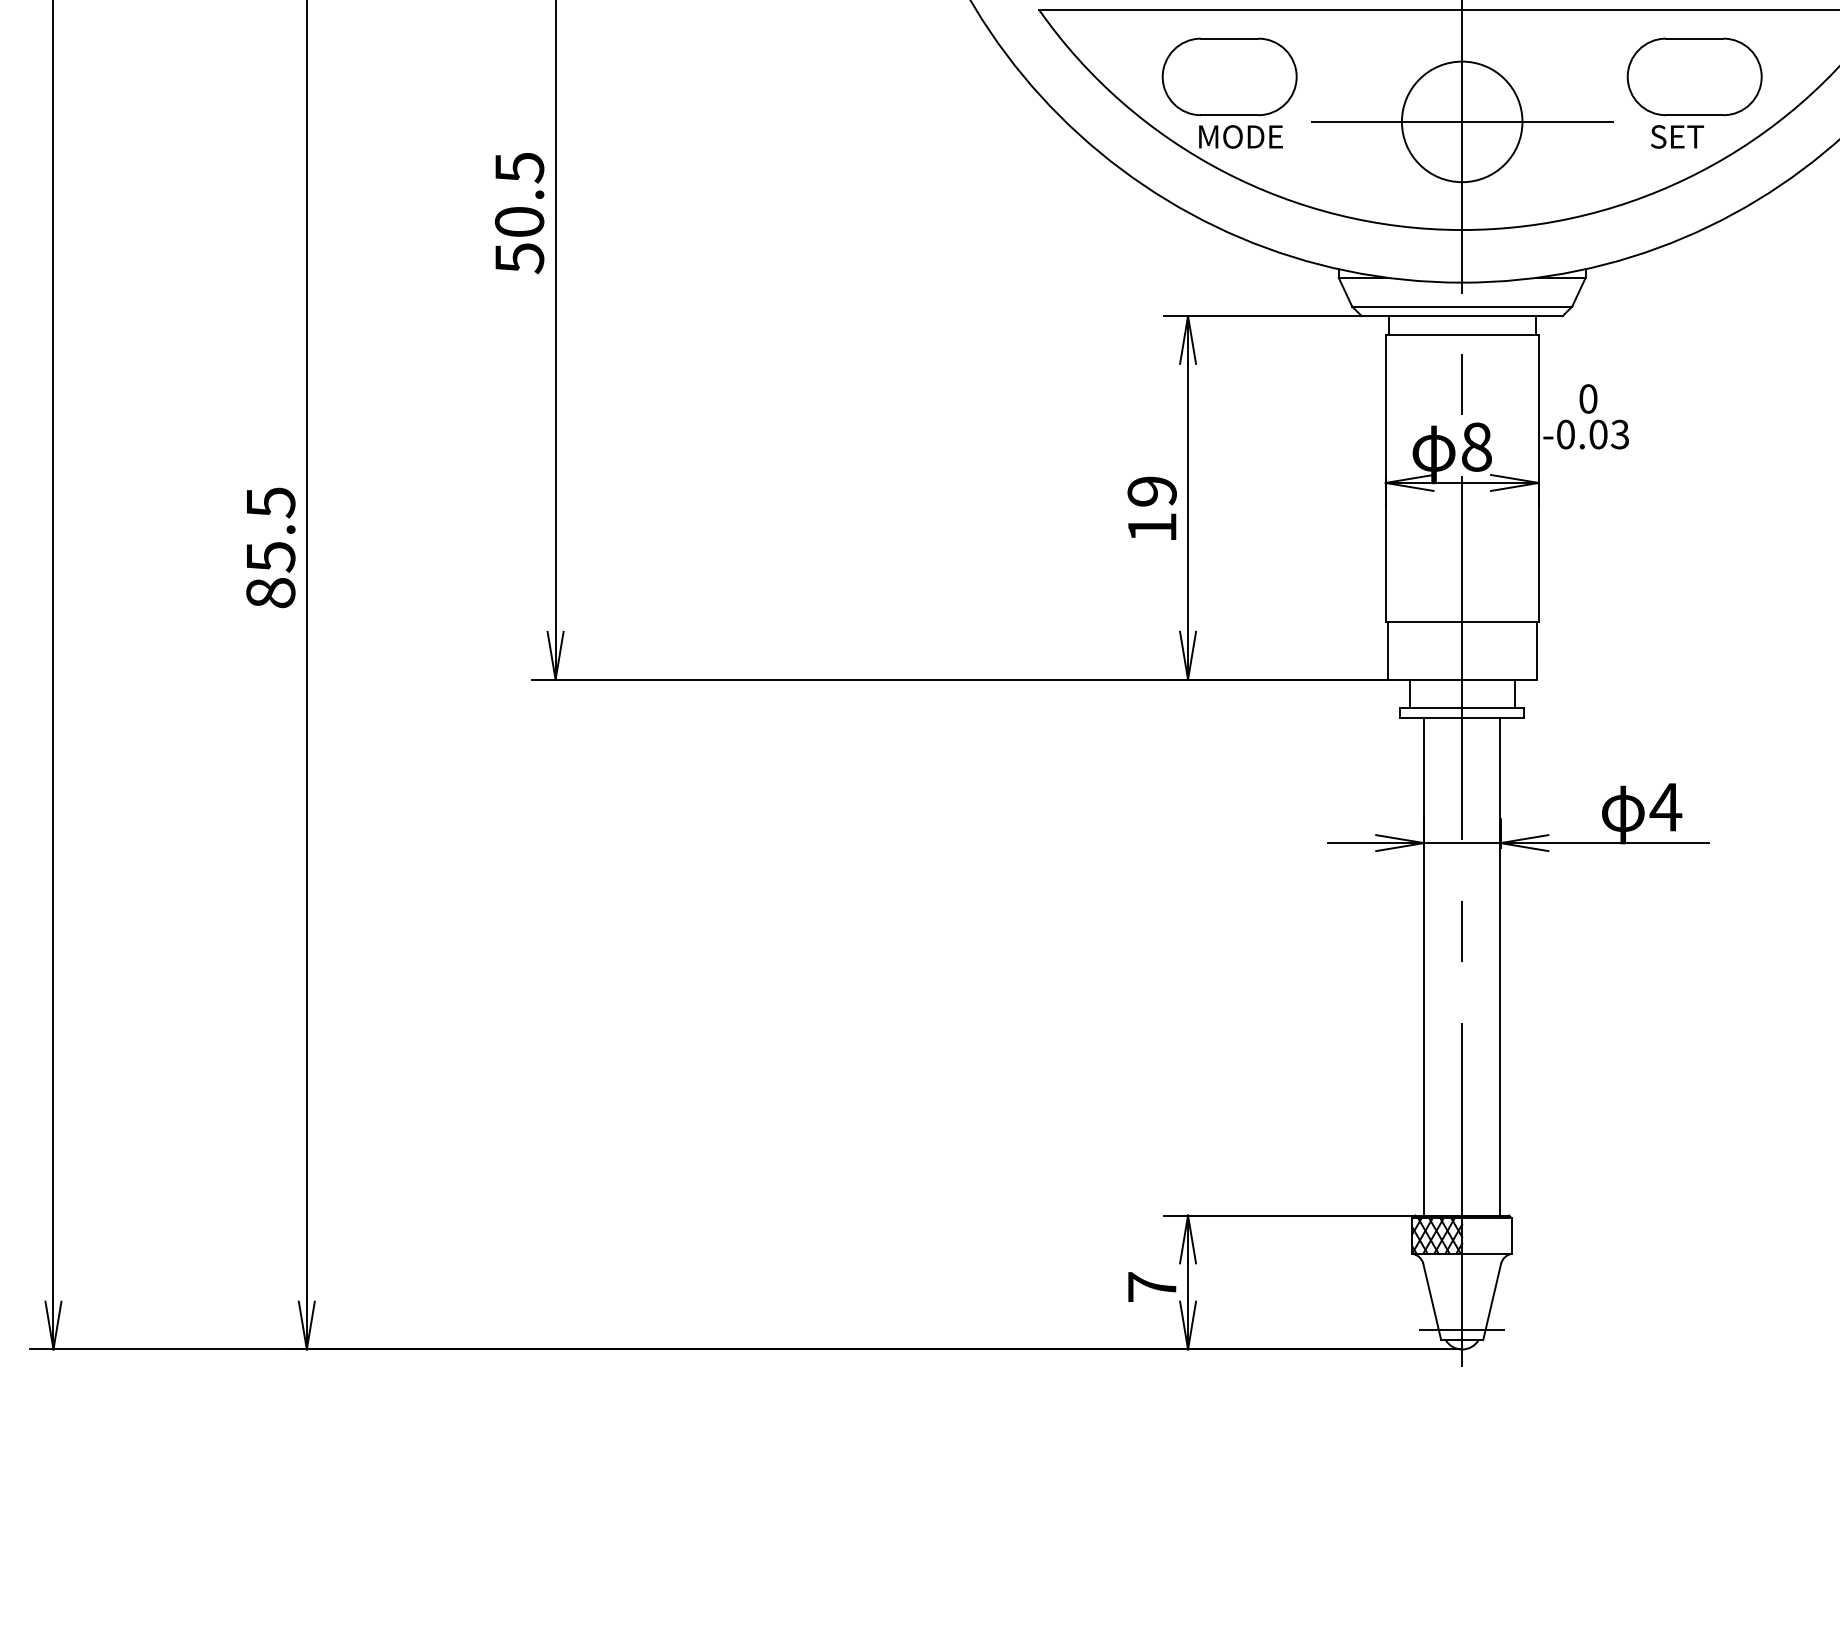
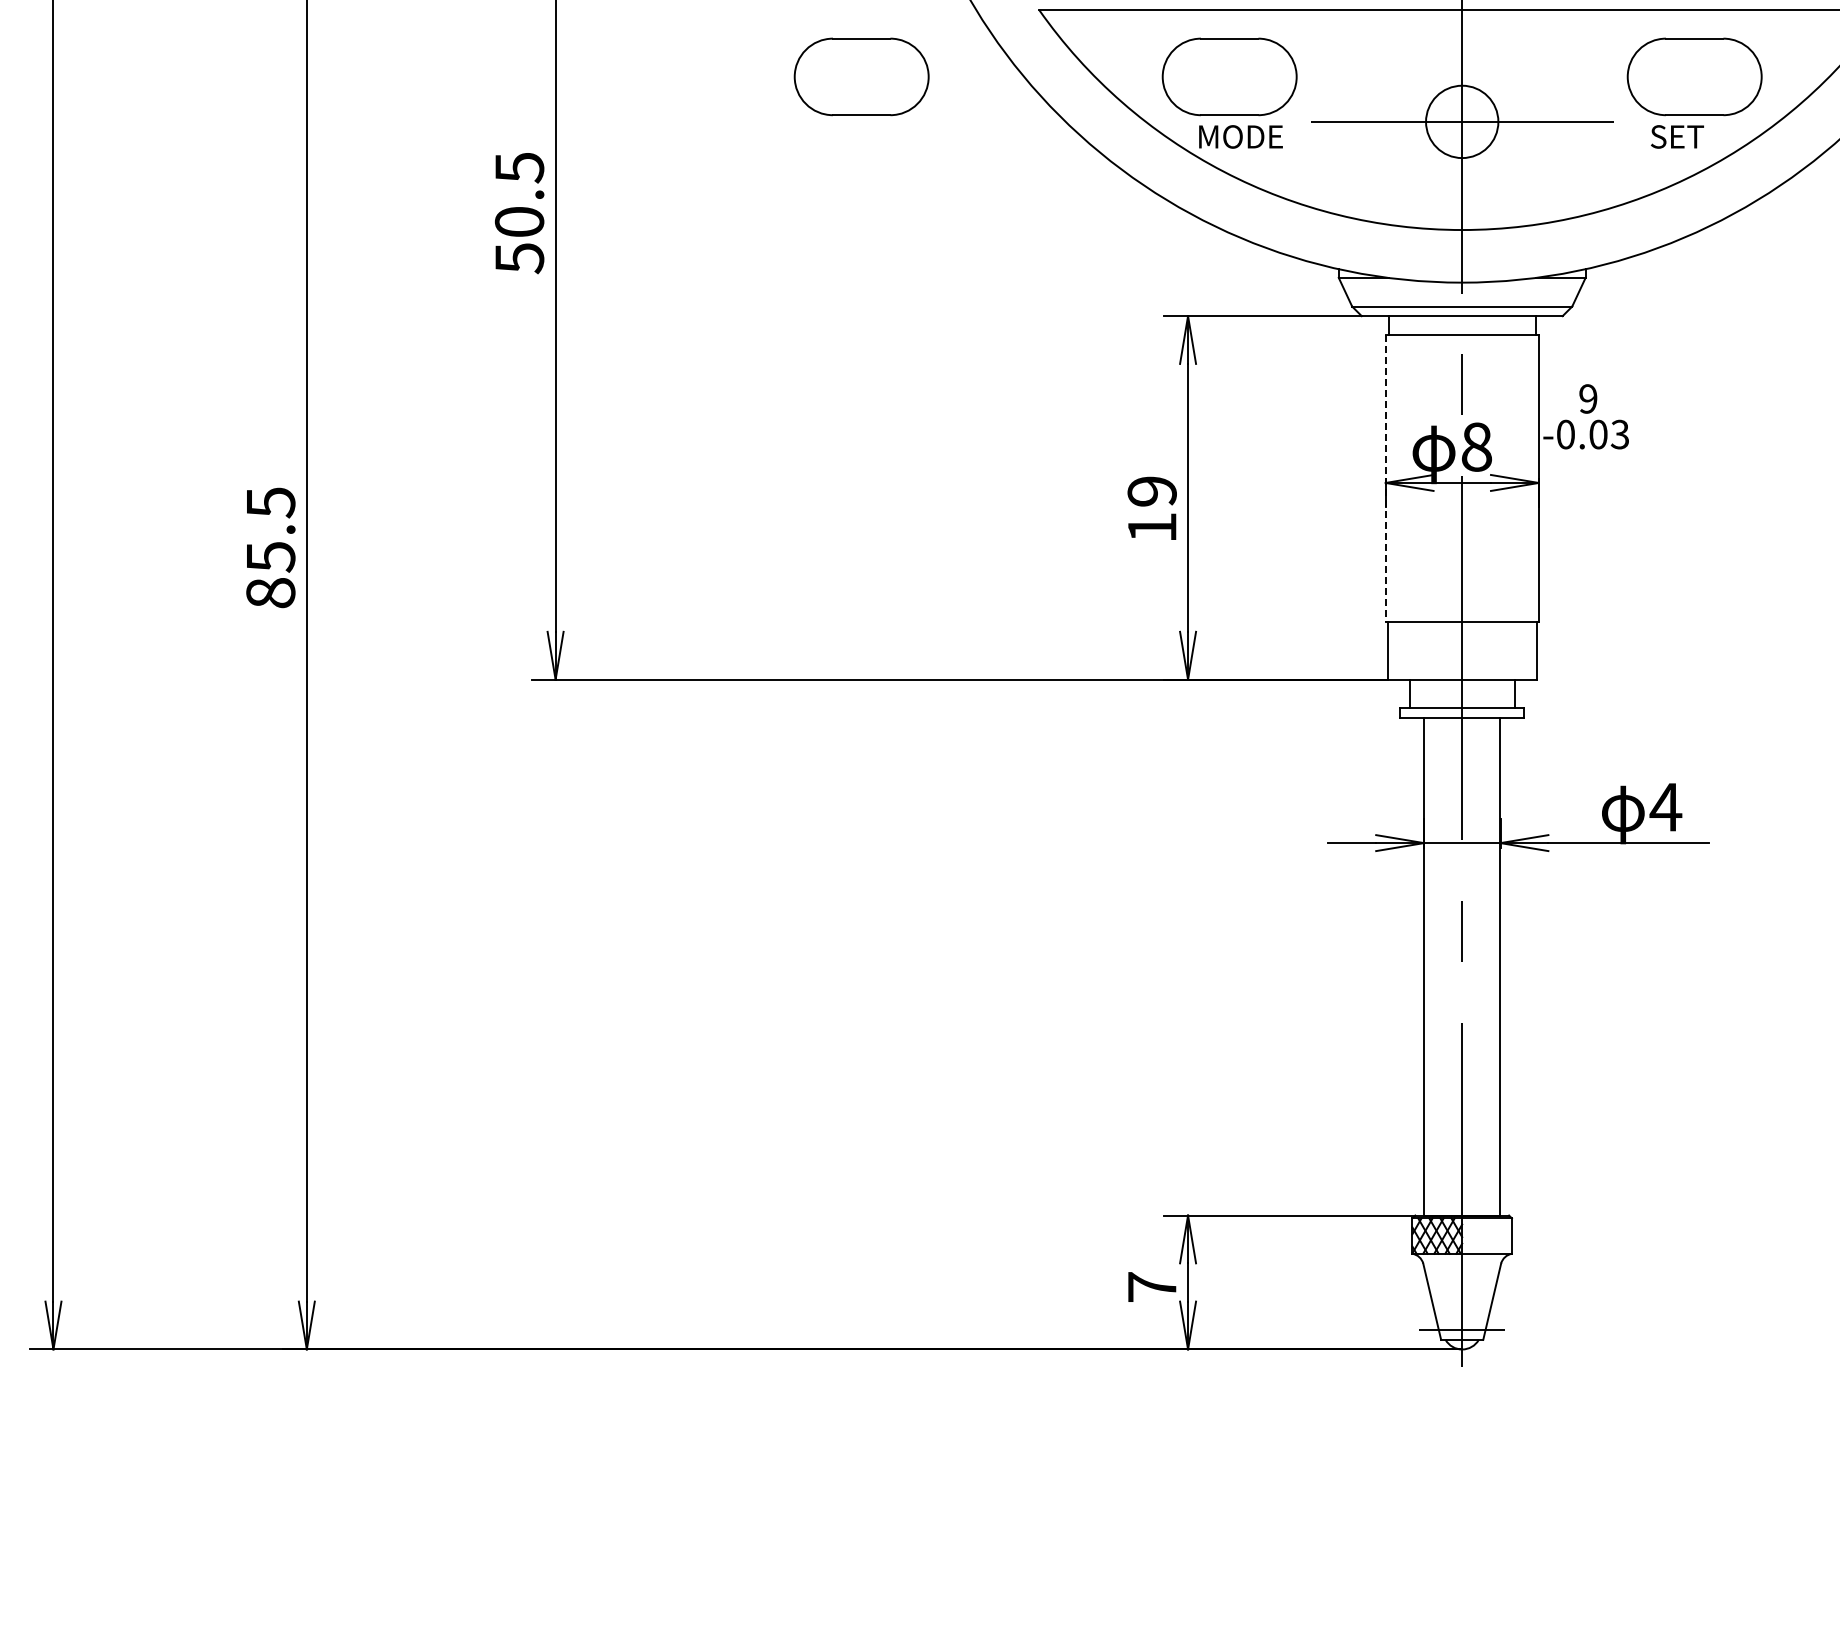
part at (861, 76): none -> present
circle at (1461, 121) diameter: 121 px -> 72 px
text at (1588, 398): 0 -> 9
line at (1385, 478): solid -> dashed
